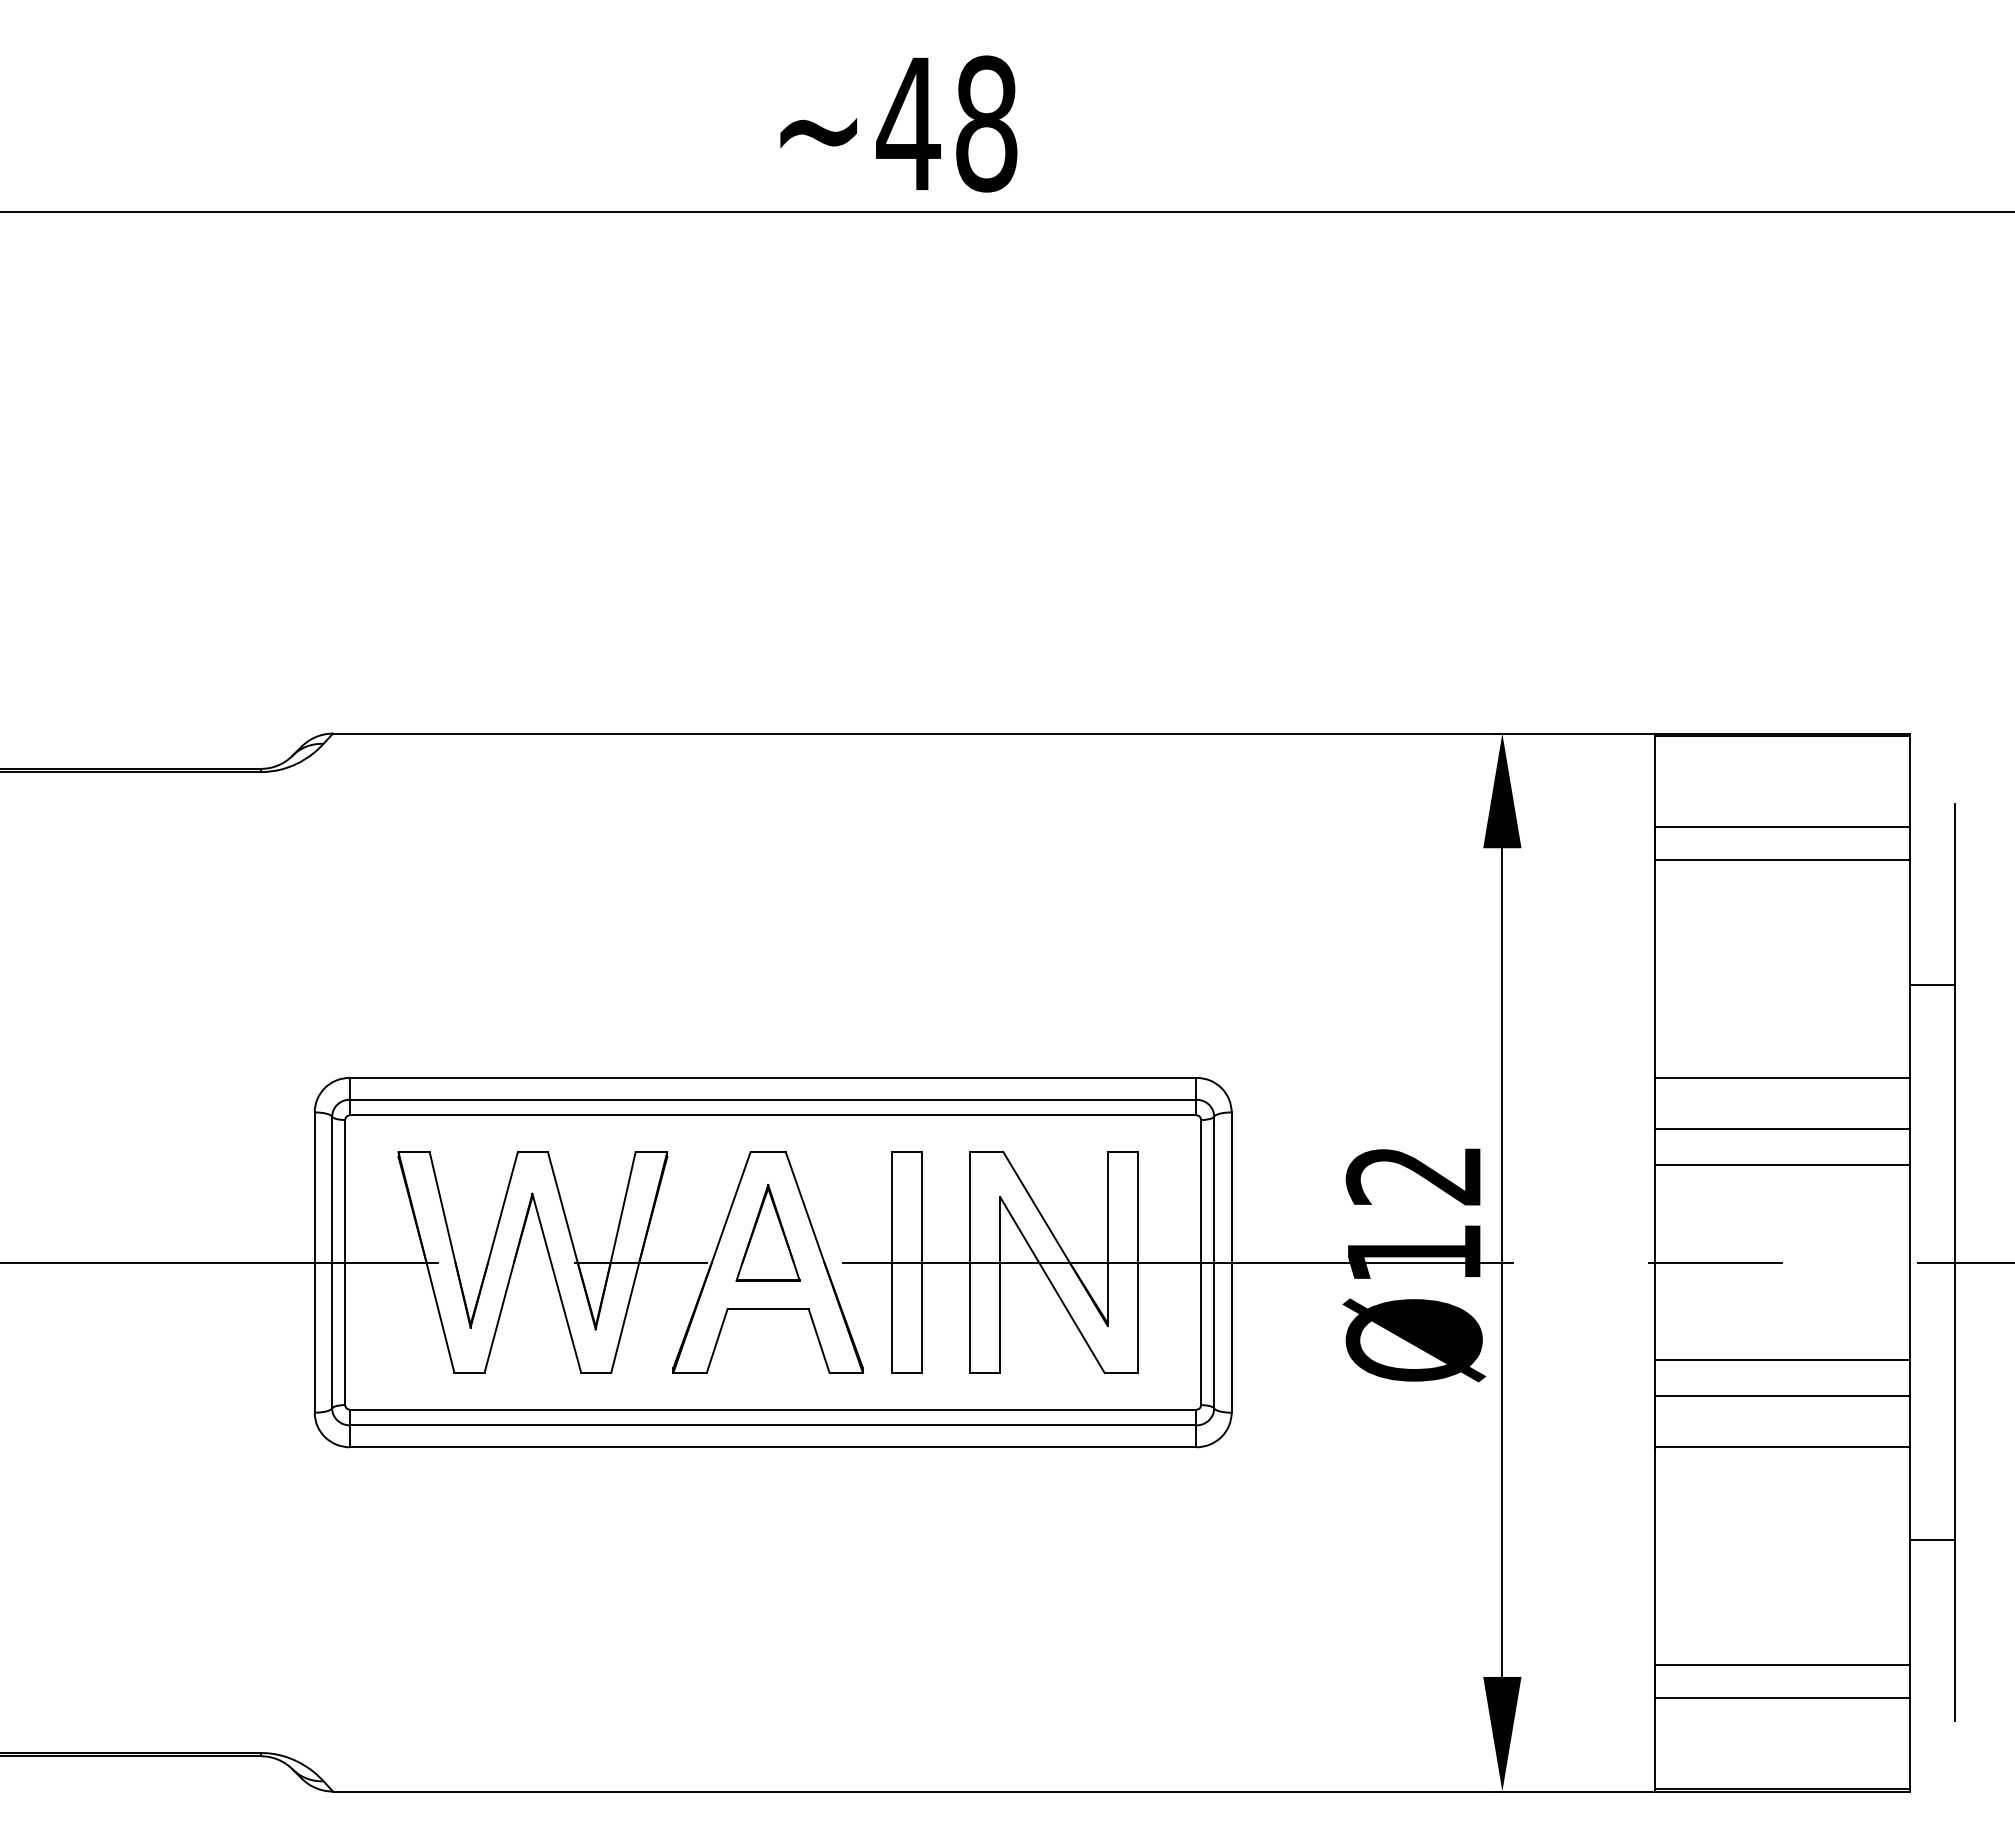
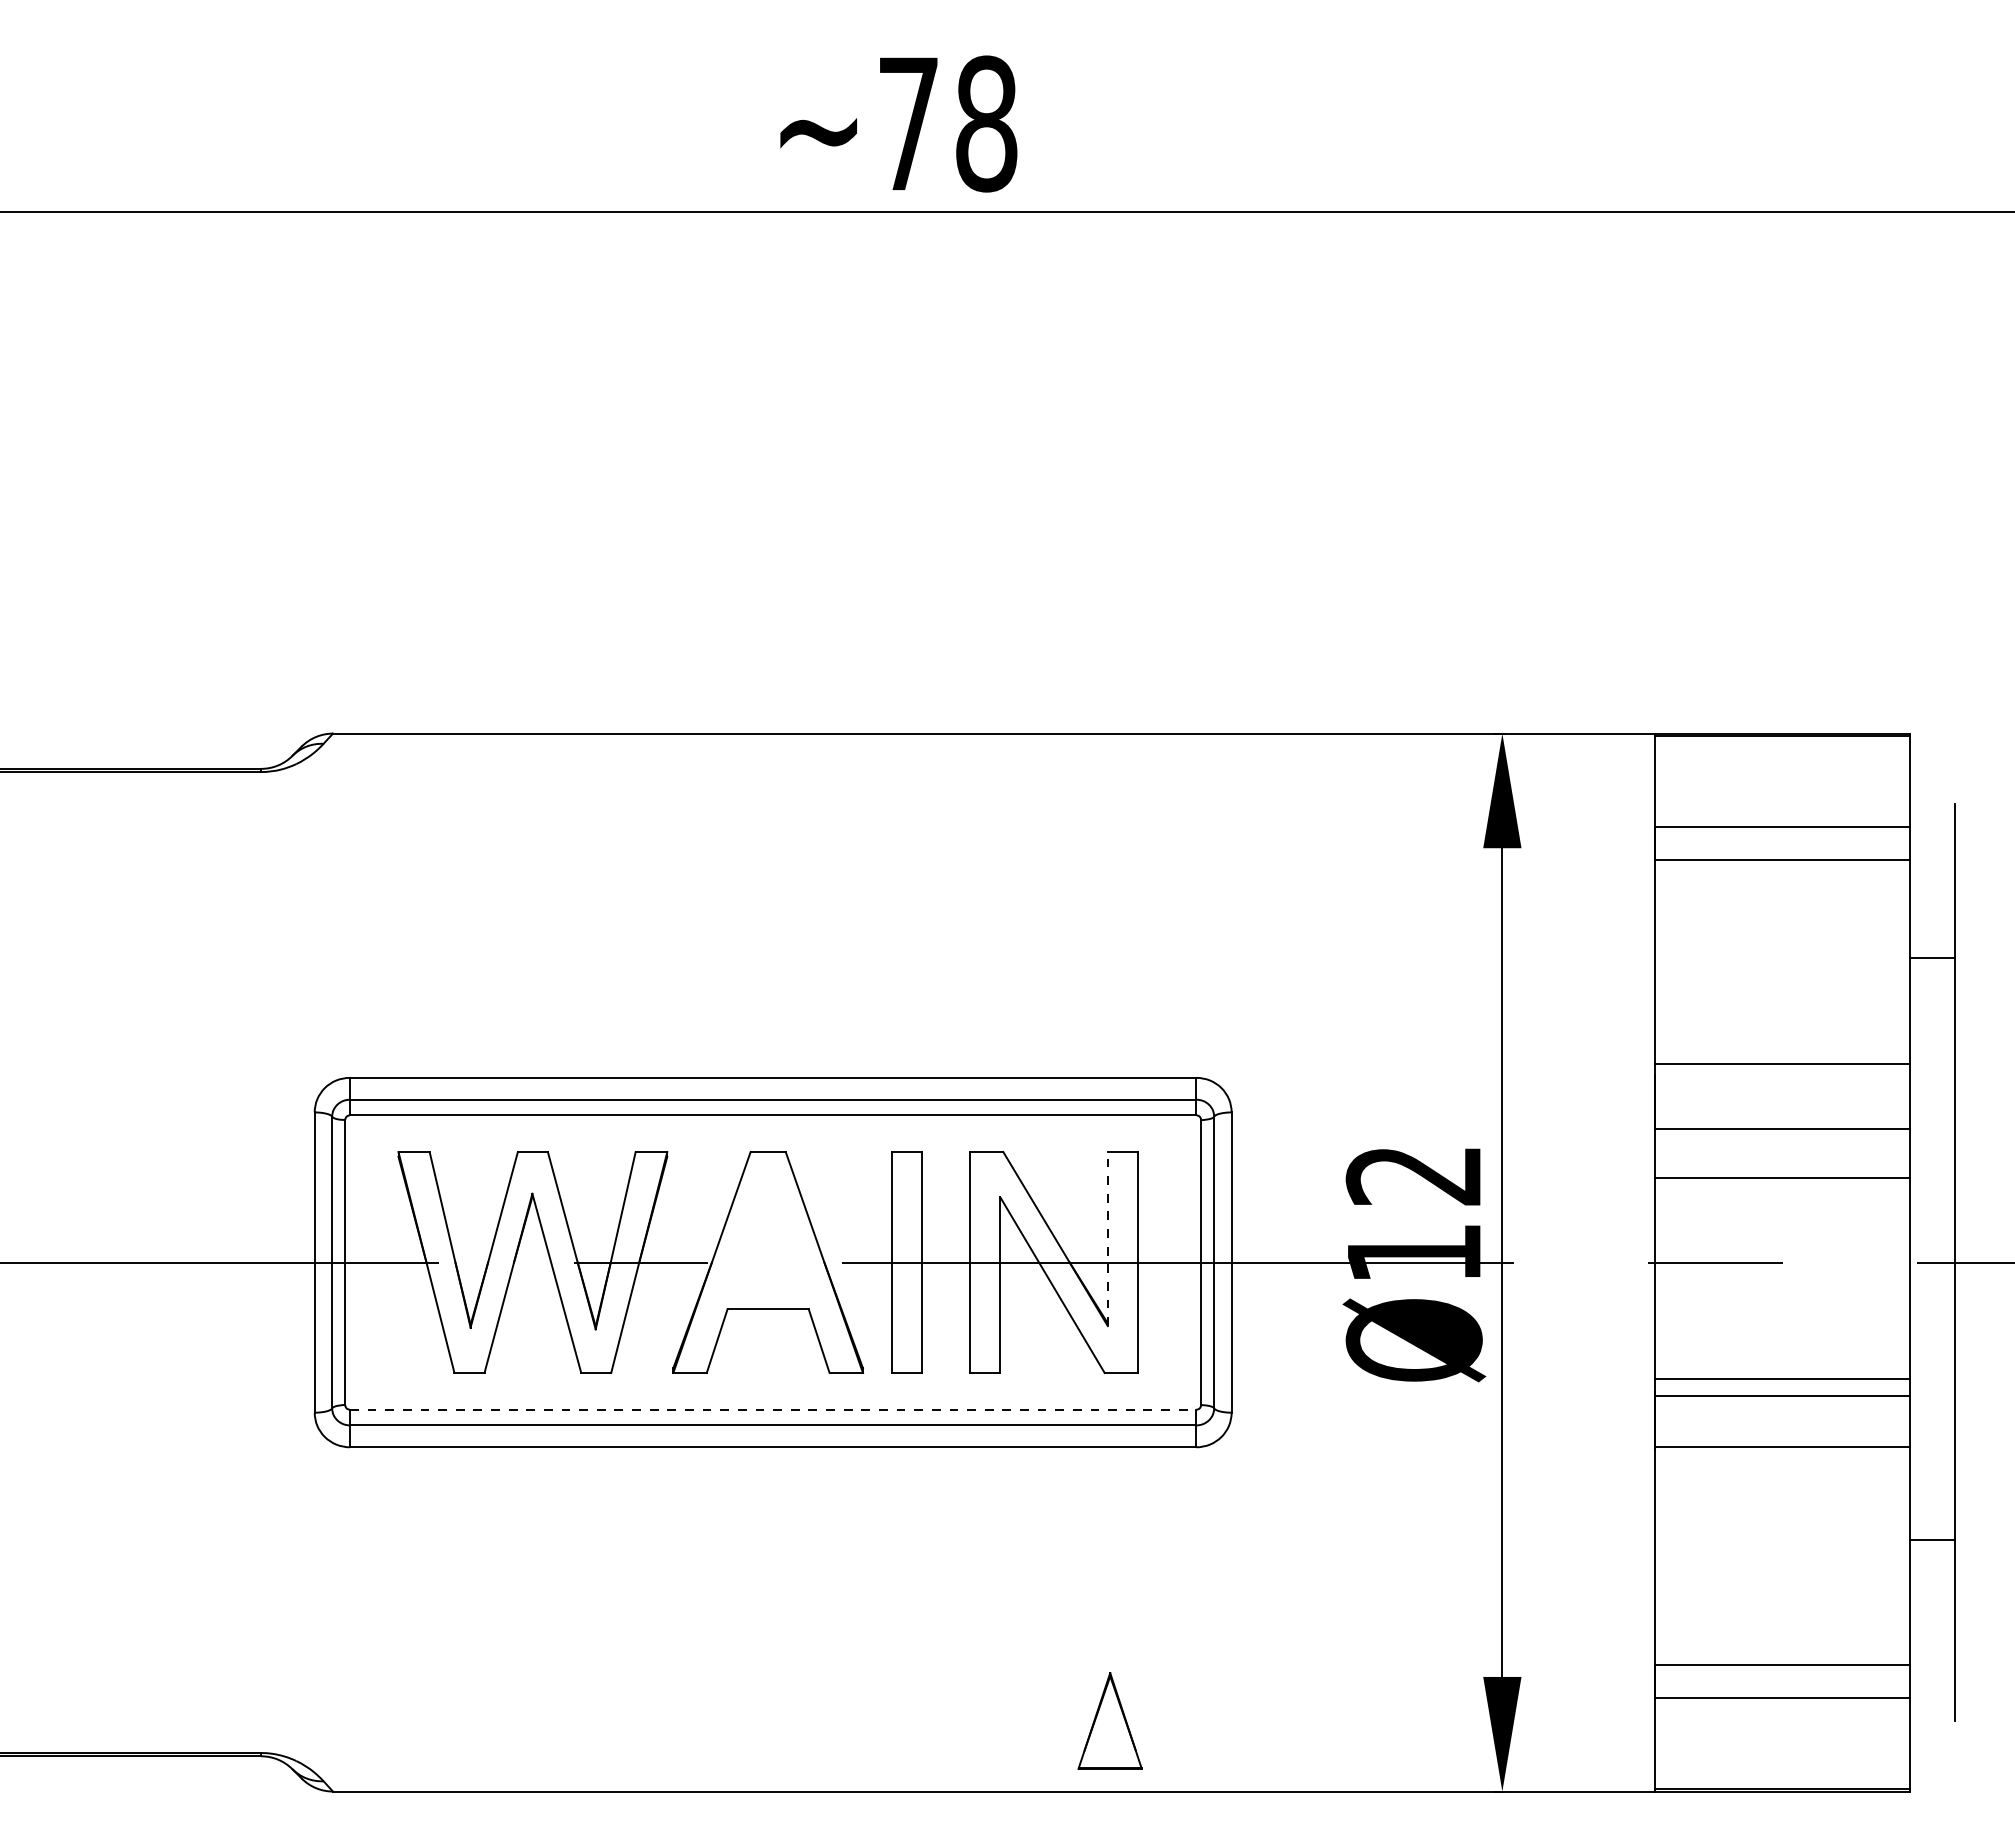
text at (908, 123): ~48 -> ~78
line at (1932, 984) position: (1932, 984) -> (1932, 957)
line at (1782, 1077) position: (1782, 1077) -> (1782, 1063)
line at (1782, 1164) position: (1782, 1164) -> (1782, 1177)
part at (767, 1232) position: (767, 1232) -> (1109, 1720)
line at (1107, 1239): solid -> dashed
line at (1782, 1360) position: (1782, 1360) -> (1782, 1379)
line at (773, 1409): solid -> dashed
